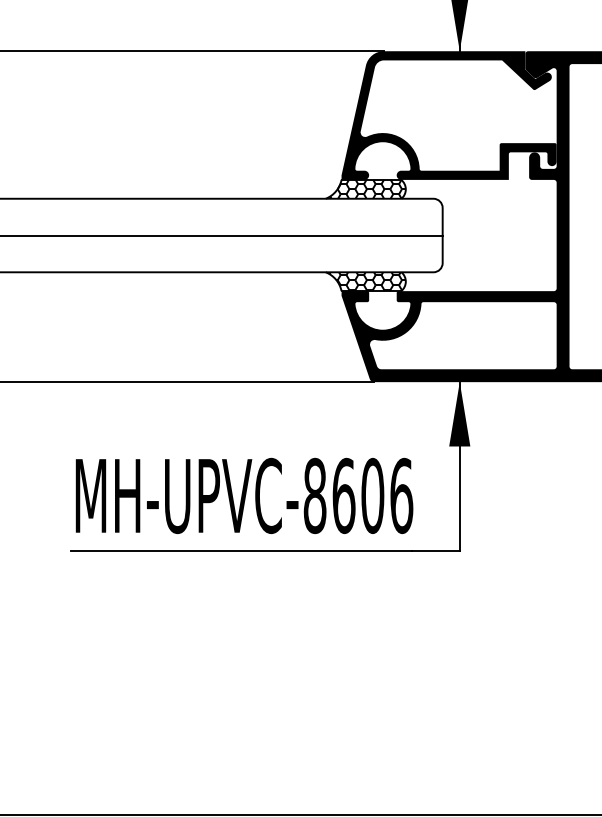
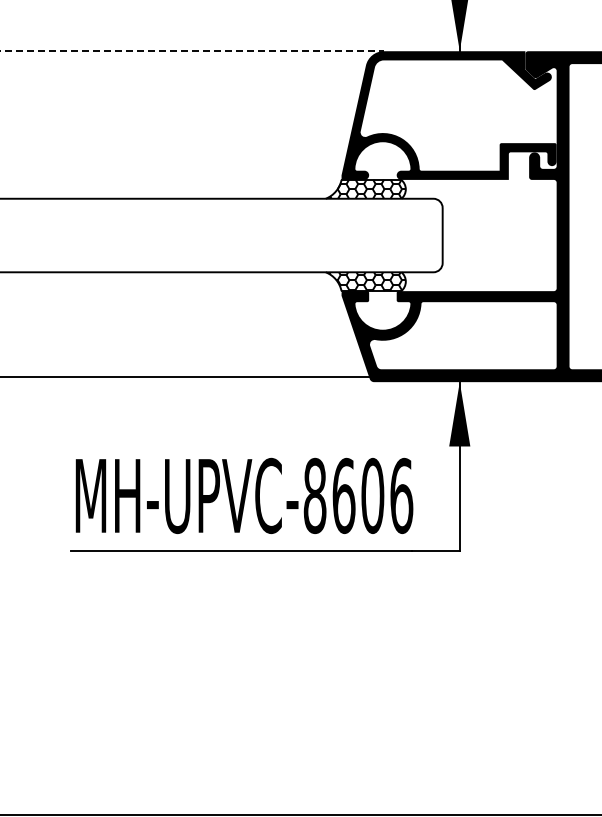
line at (192, 51): solid -> dashed
line at (222, 235): present -> none
line at (188, 382) position: (188, 382) -> (188, 377)
